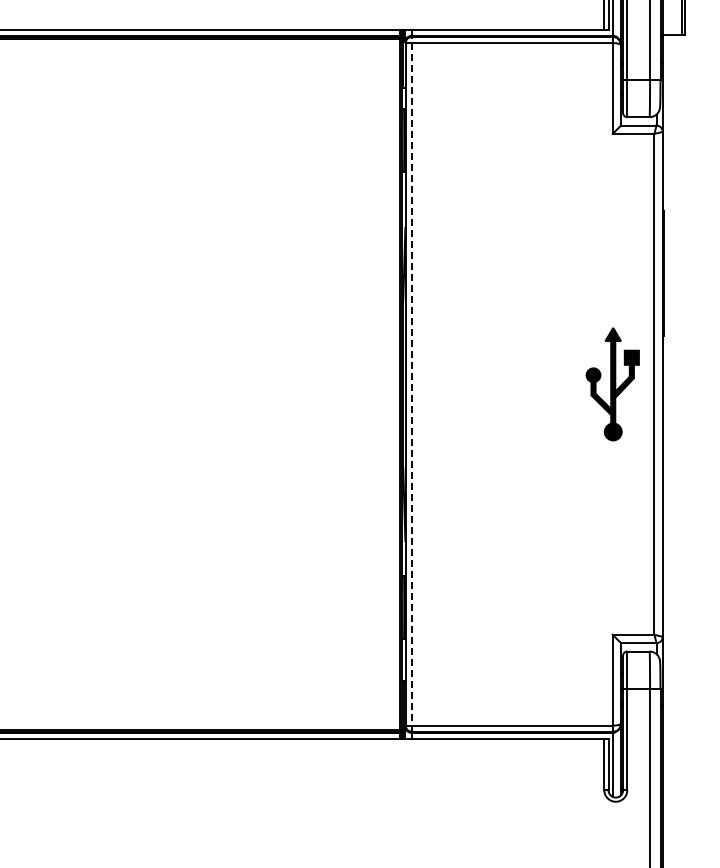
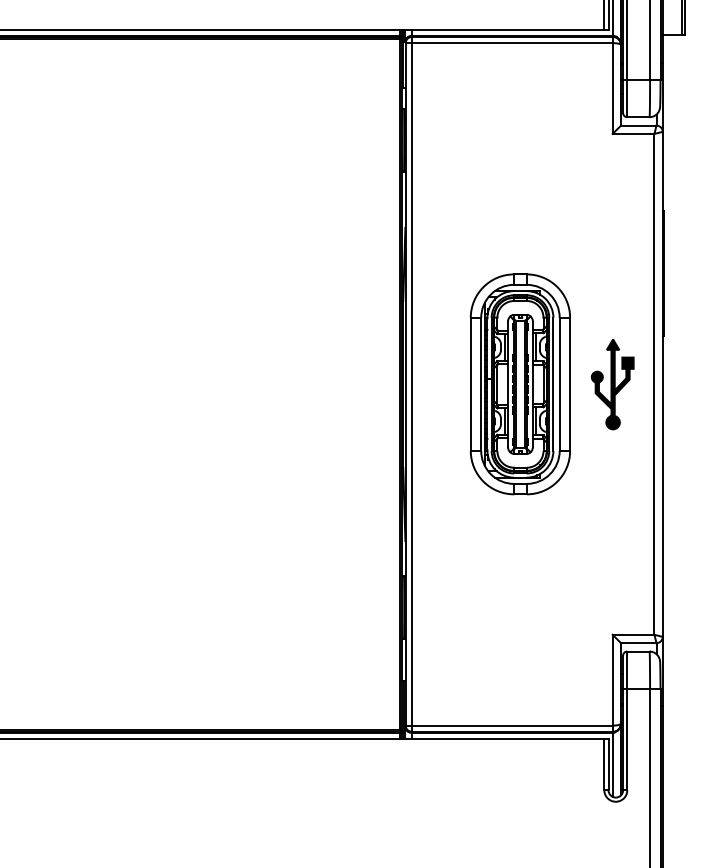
line at (412, 383): dashed -> solid
part at (519, 384): none -> present
part at (612, 384) size: 55x115 px -> 45x92 px
